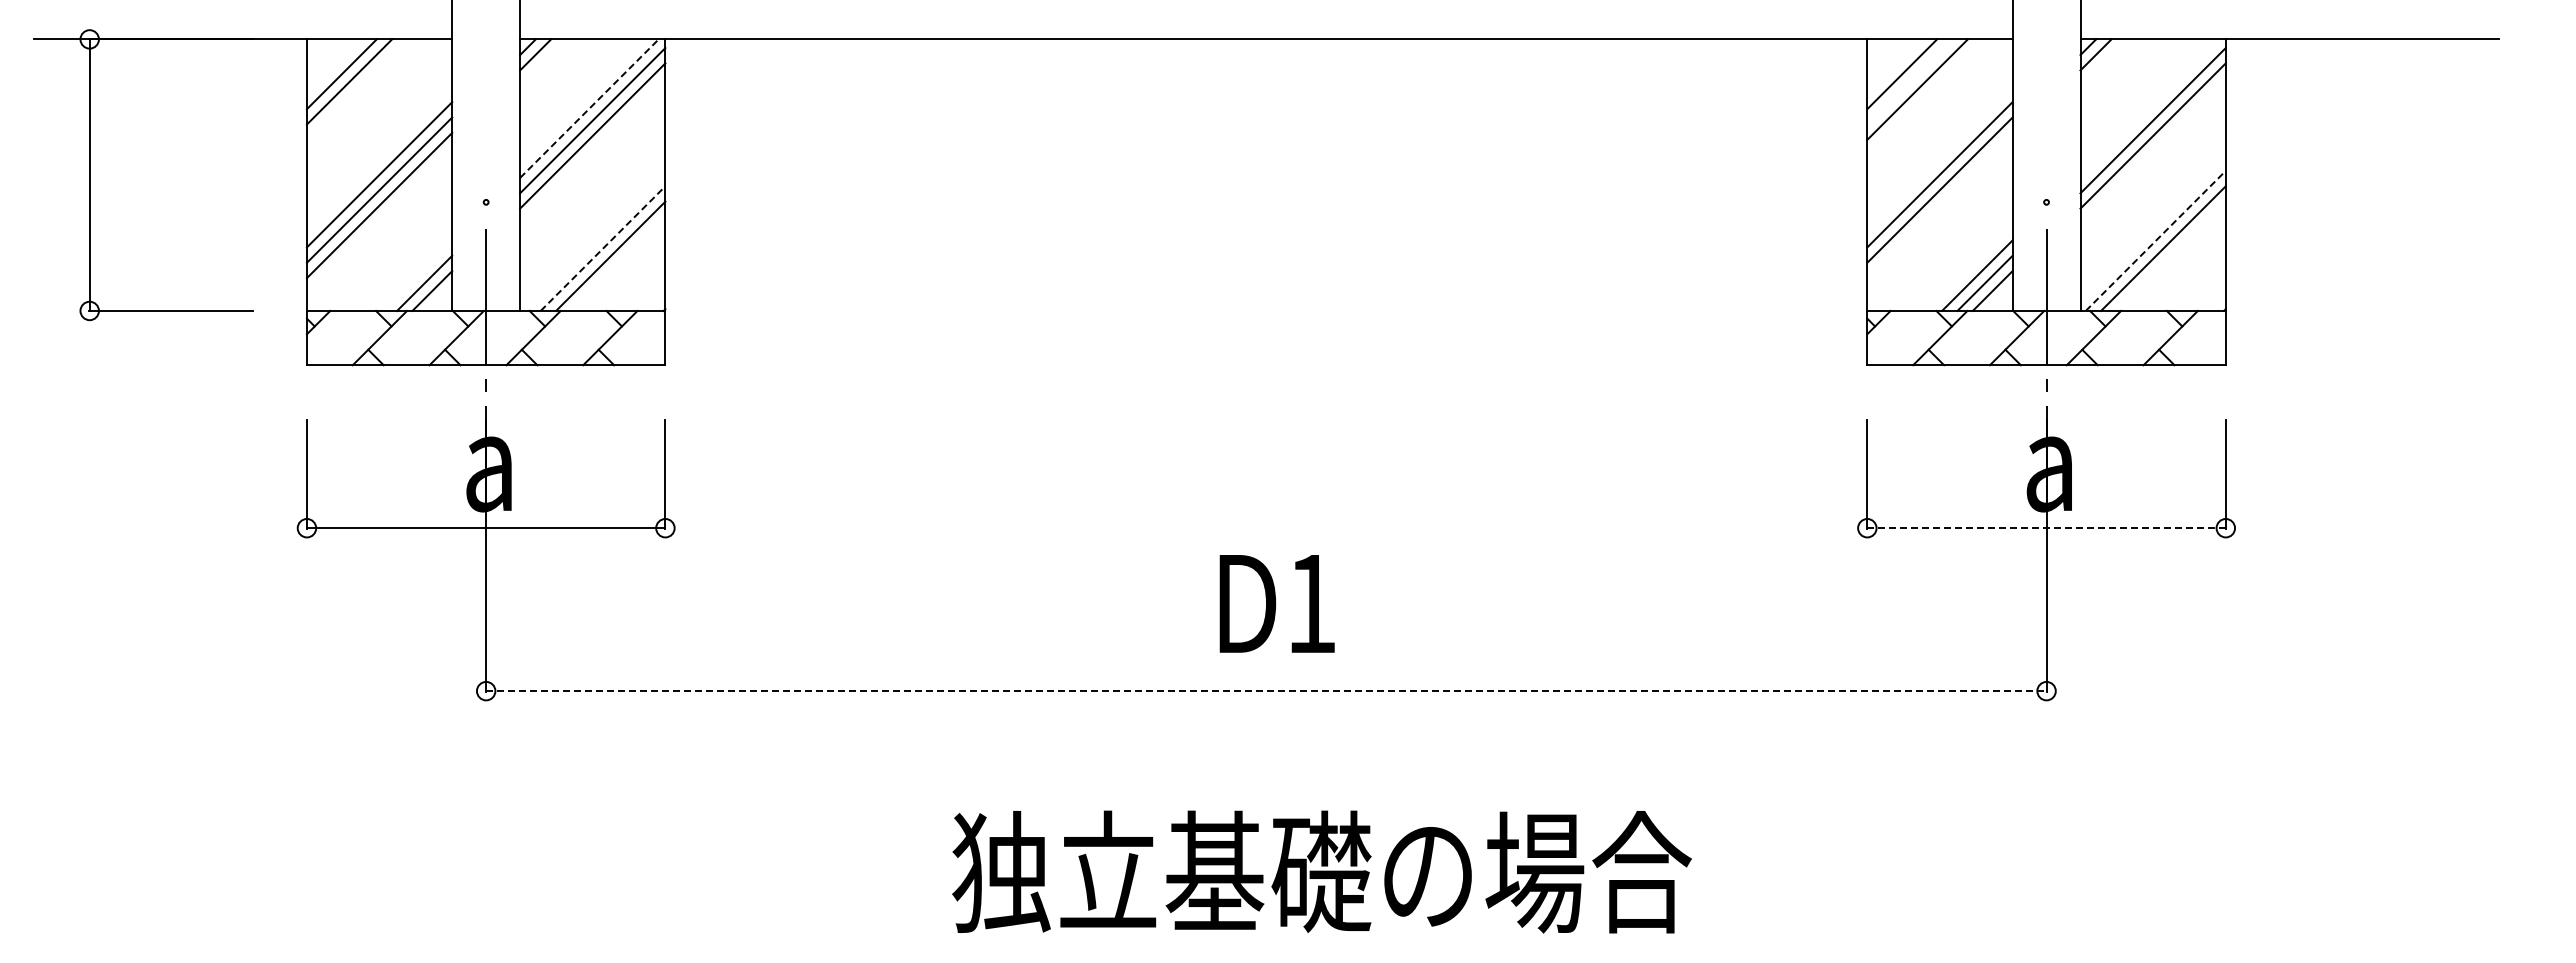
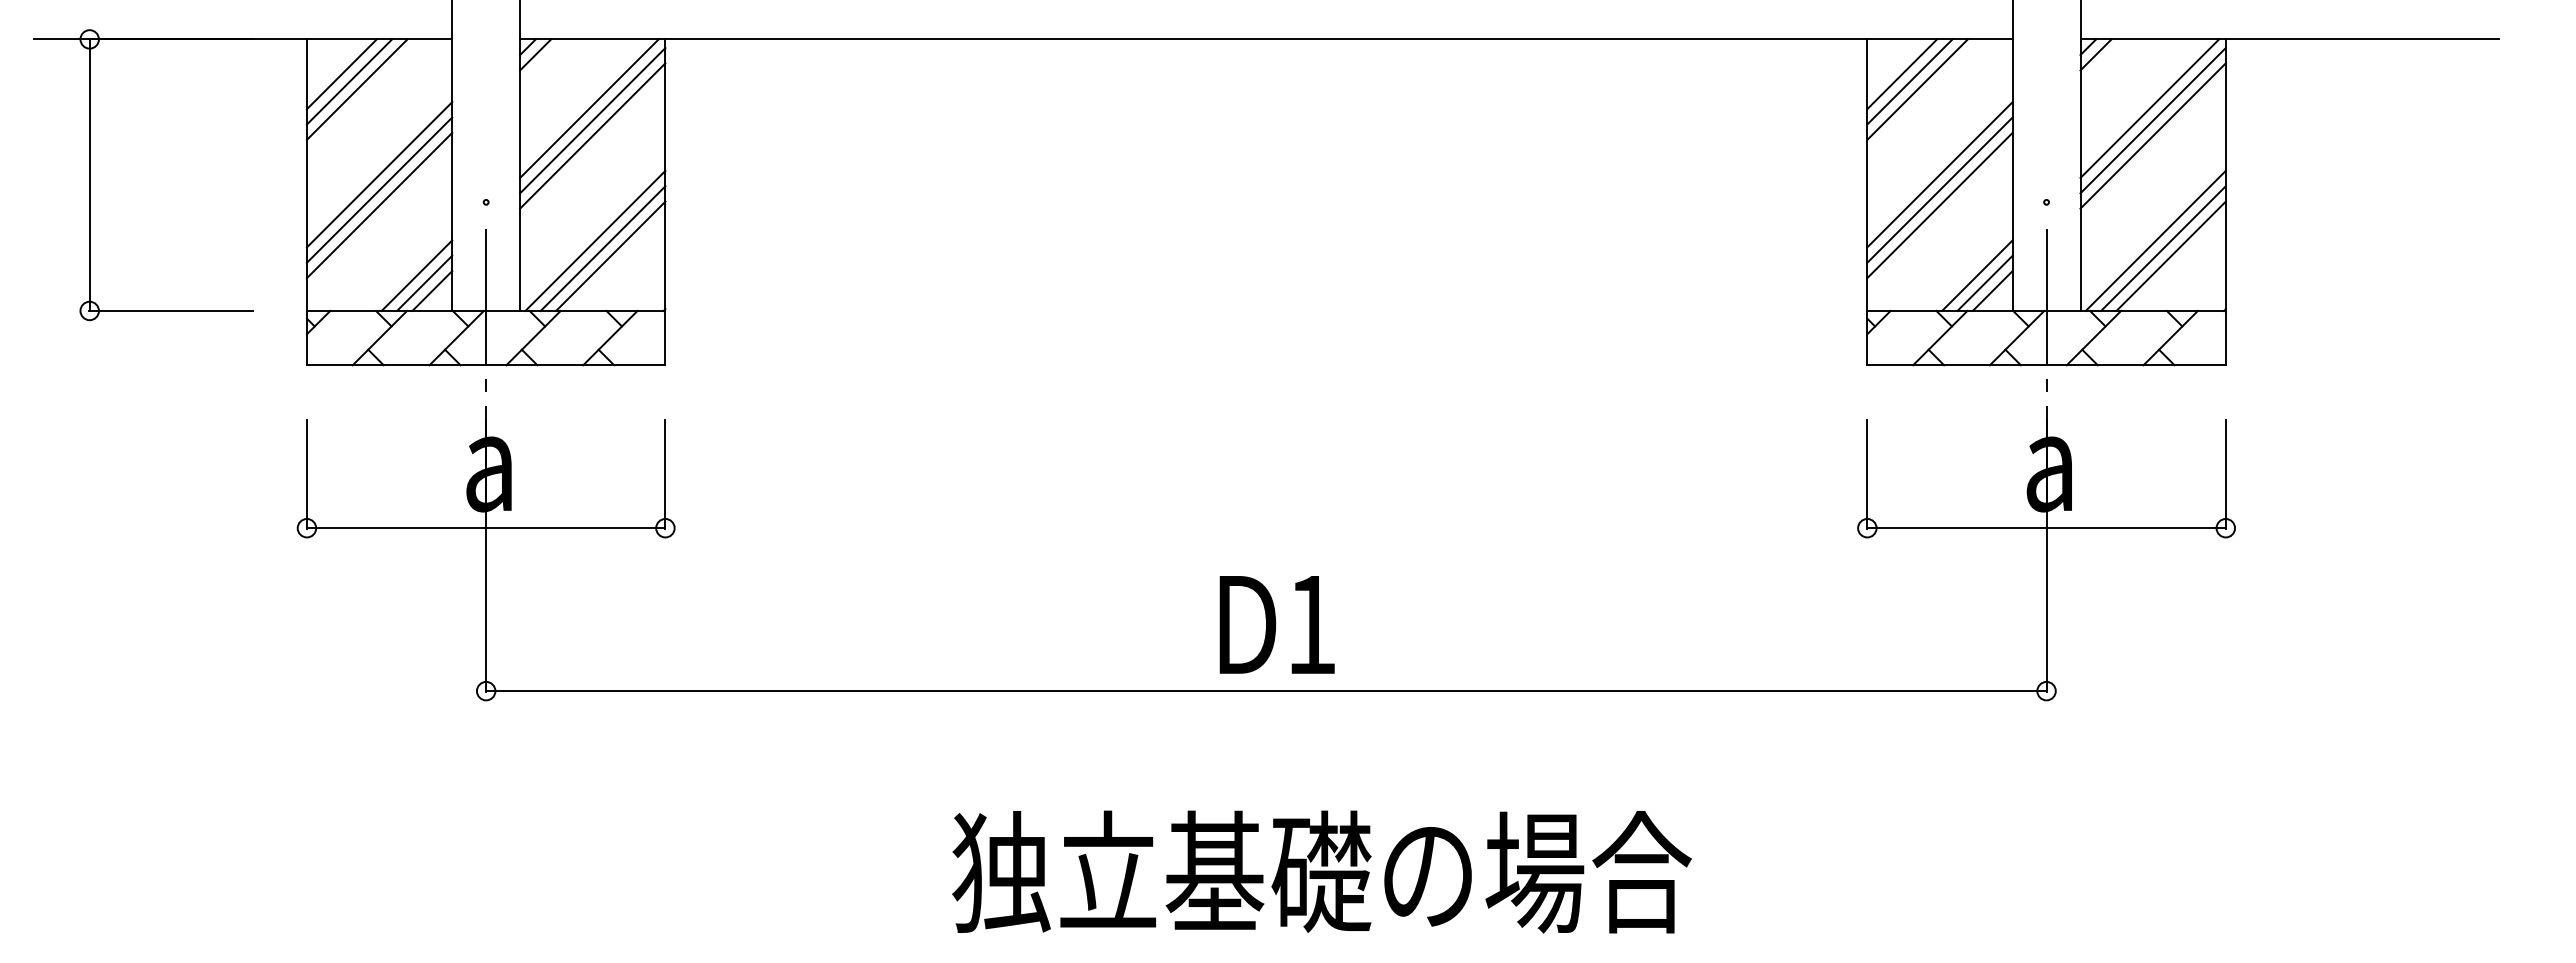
line at (1909, 81): none -> present
line at (356, 89): none -> present
line at (589, 108): dashed -> solid
line at (2149, 108): none -> present
line at (1939, 205): none -> present
line at (595, 240): none -> present
line at (2156, 240): dashed -> solid
line at (603, 248): dashed -> solid
line at (2170, 255): none -> present
line at (416, 275): none -> present
line at (2046, 528): dashed -> solid
text at (1276, 603) position: (1276, 603) -> (1276, 624)
line at (1266, 691): dashed -> solid
